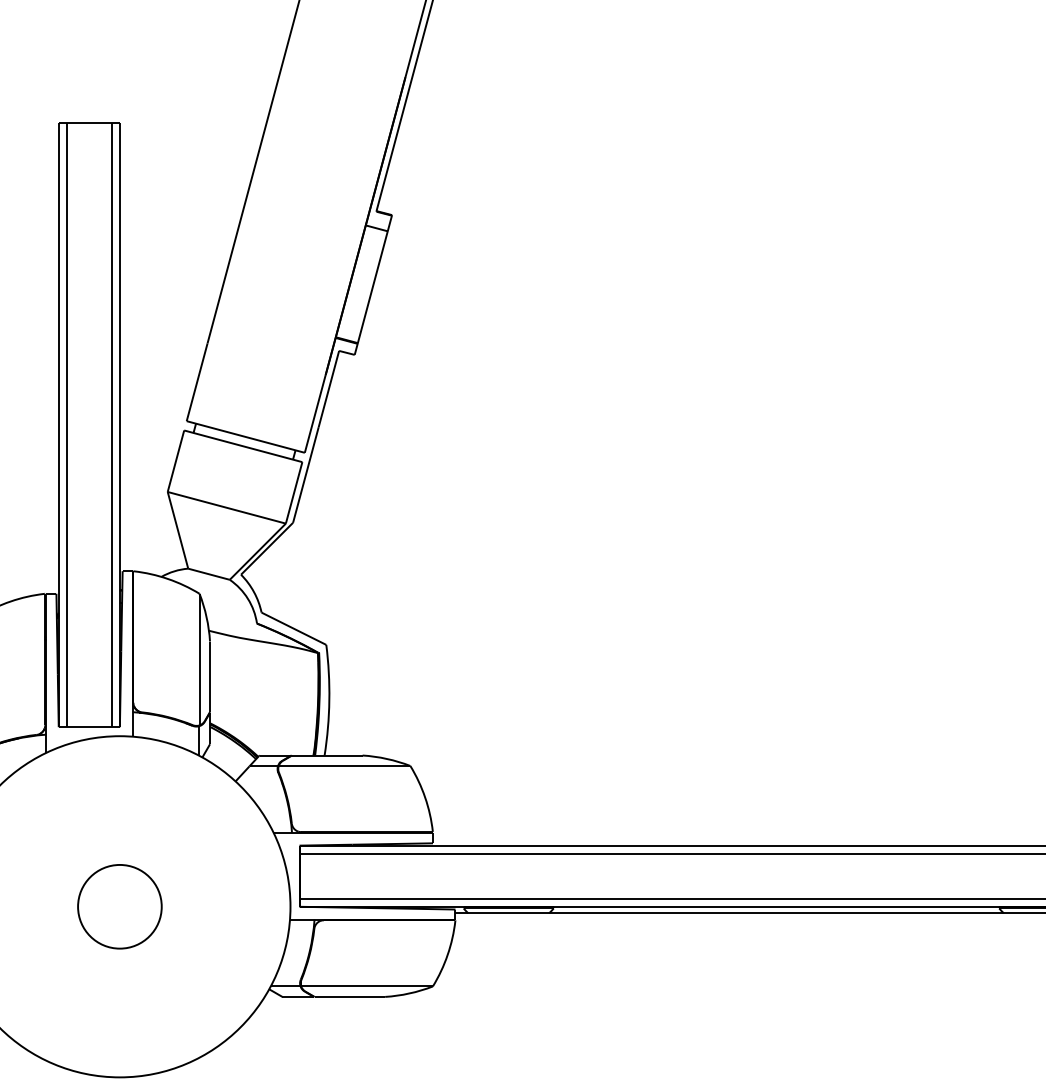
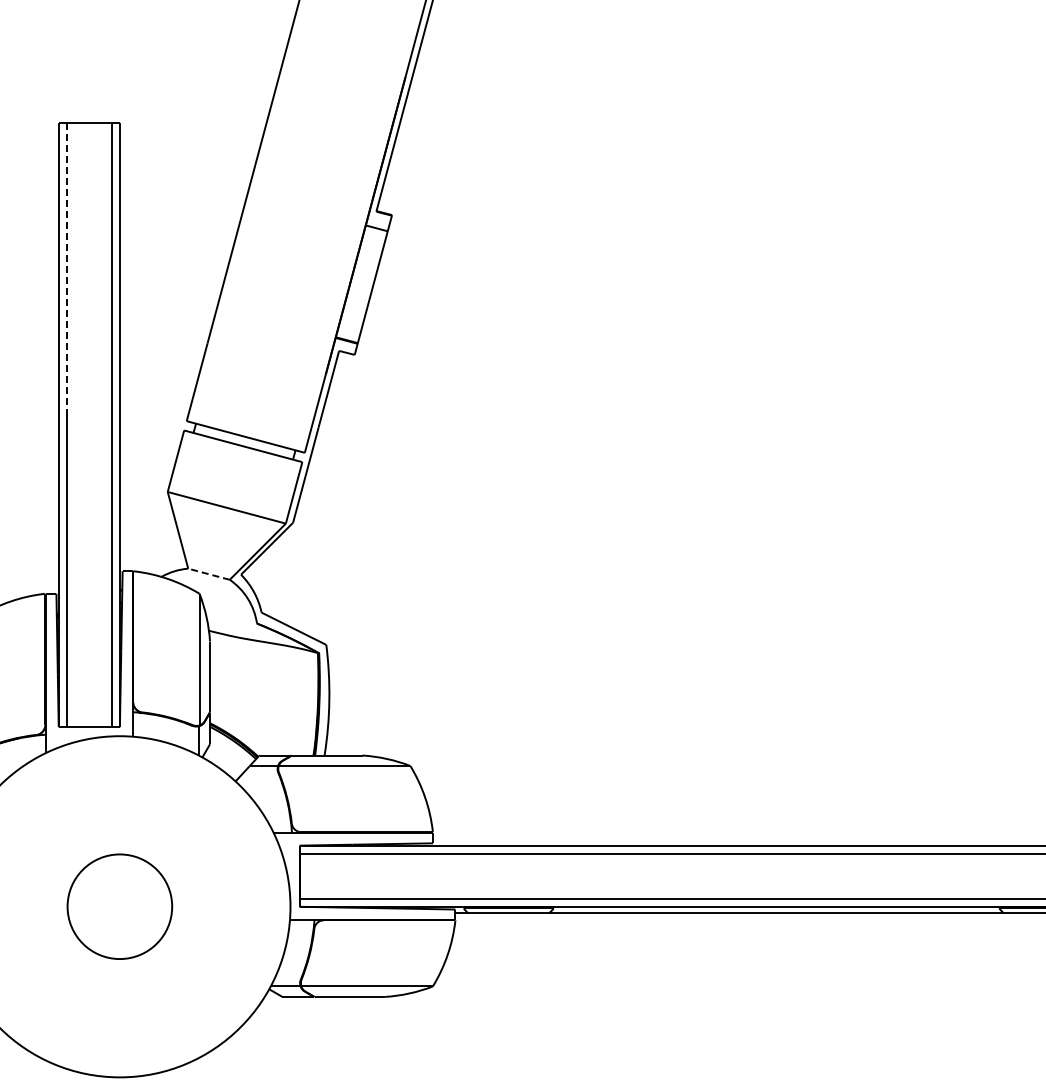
line at (66, 267): solid -> dashed
line at (209, 574): solid -> dashed
circle at (119, 906) size: 86x86 px -> 108x107 px
